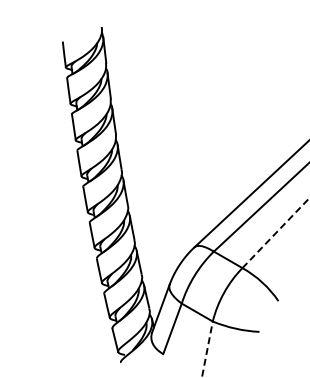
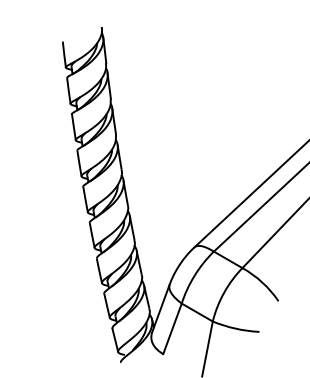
line at (276, 232): dashed -> solid
line at (207, 348): dashed -> solid
